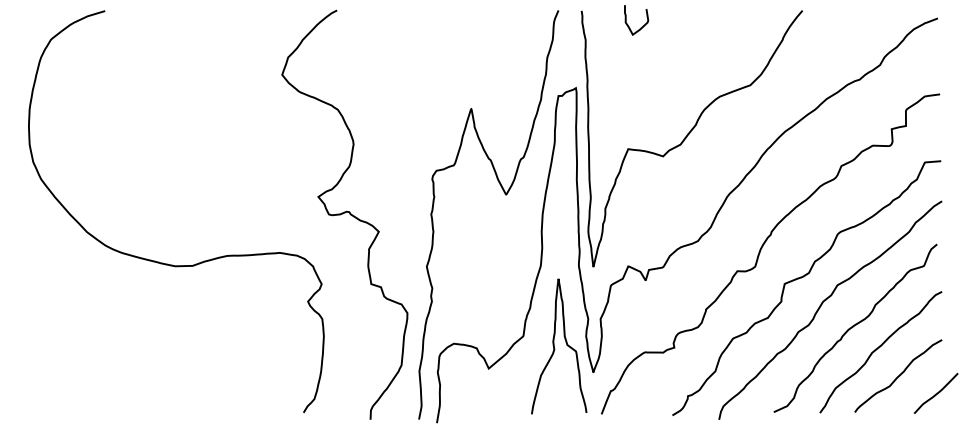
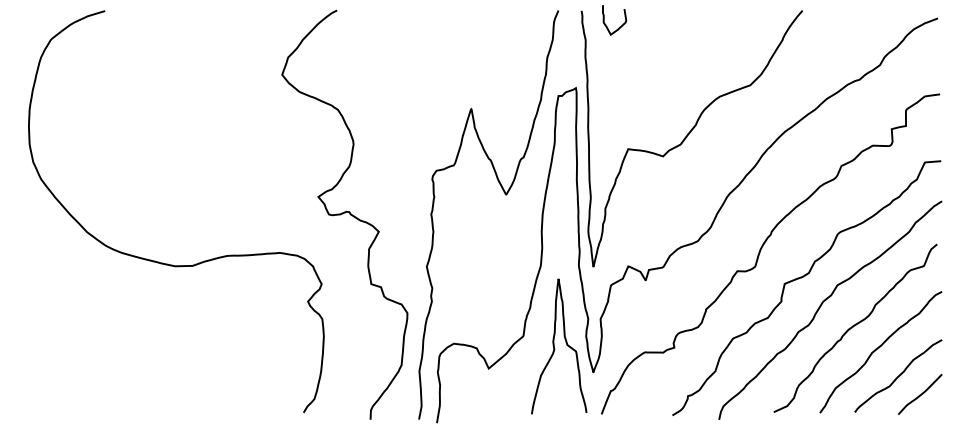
curve at (641, 26) position: (641, 26) -> (619, 26)
curve at (936, 393) position: (936, 393) -> (920, 394)
